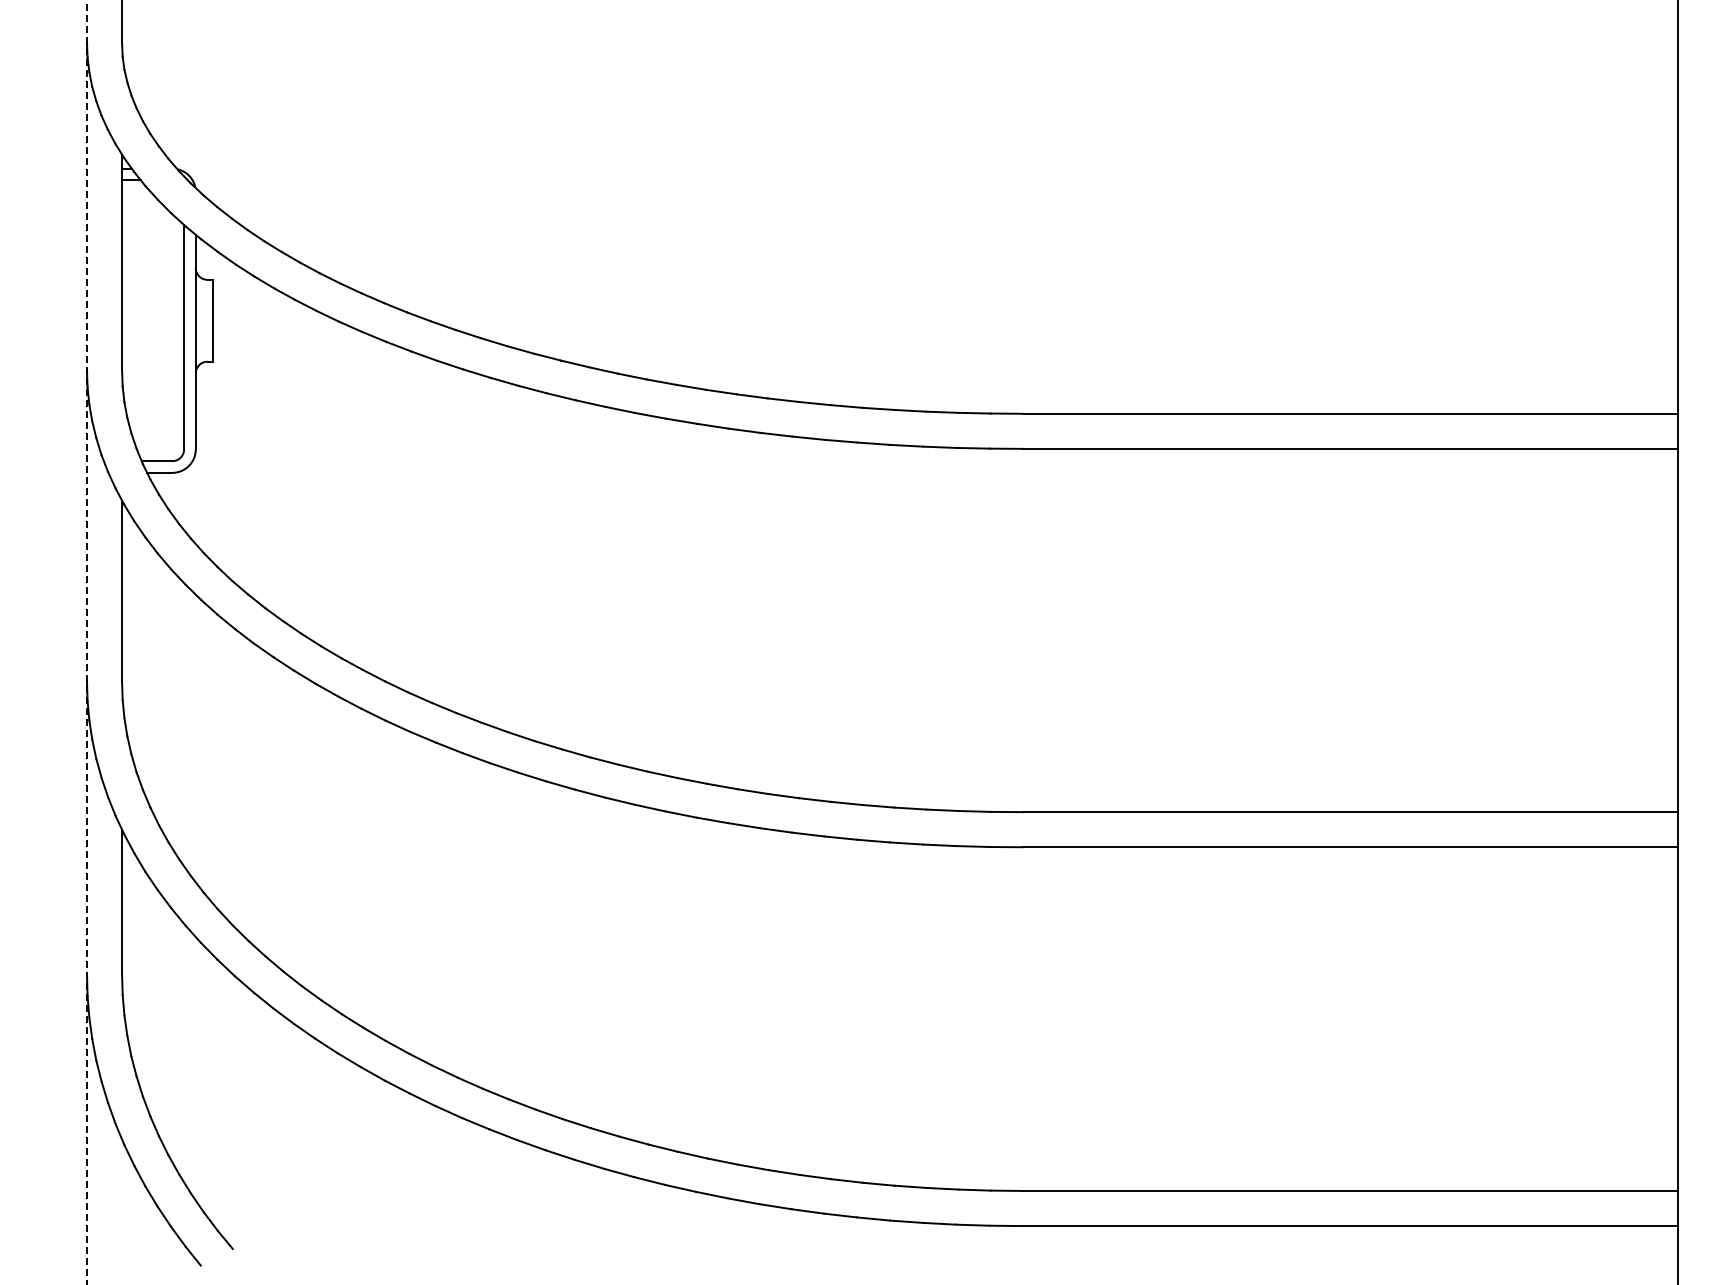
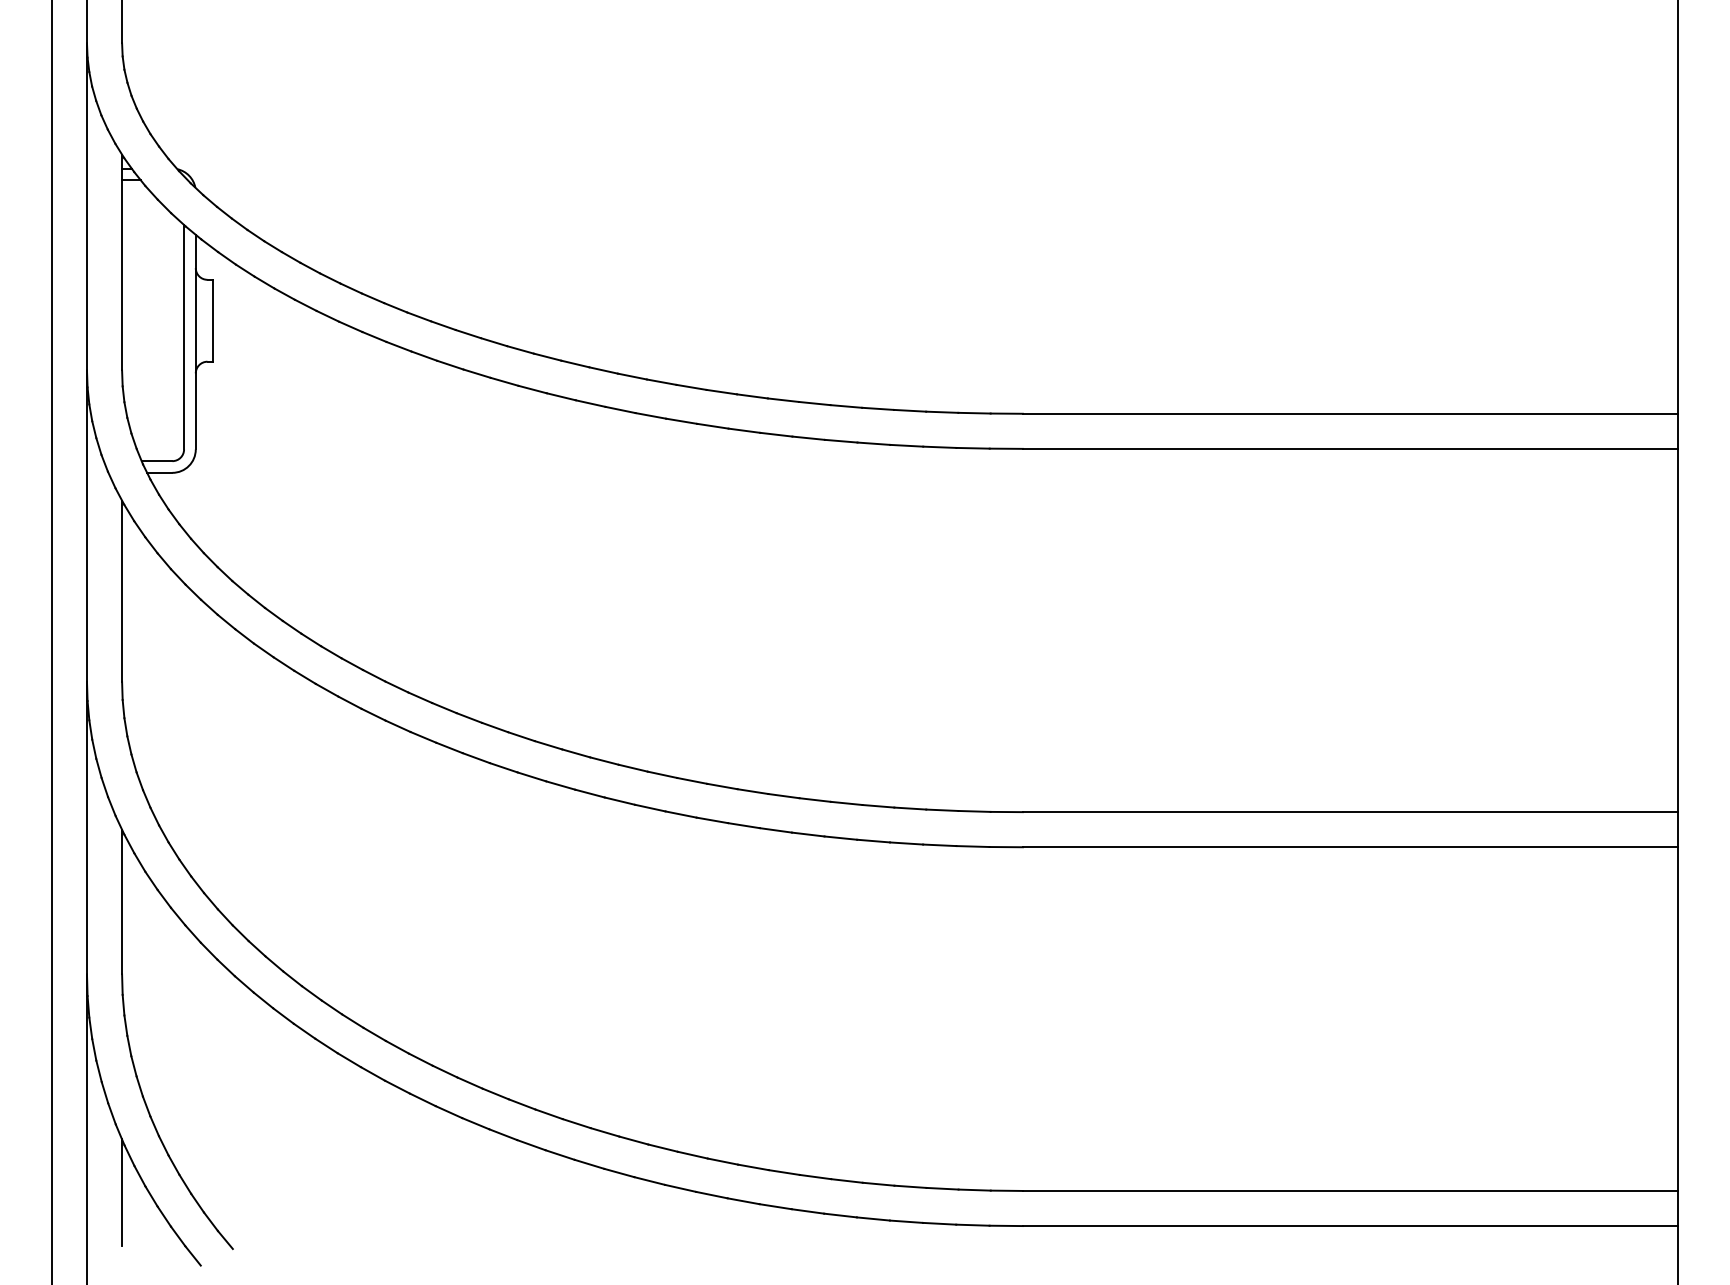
line at (51, 641): none -> present
line at (86, 642): dashed -> solid
line at (122, 1192): none -> present
